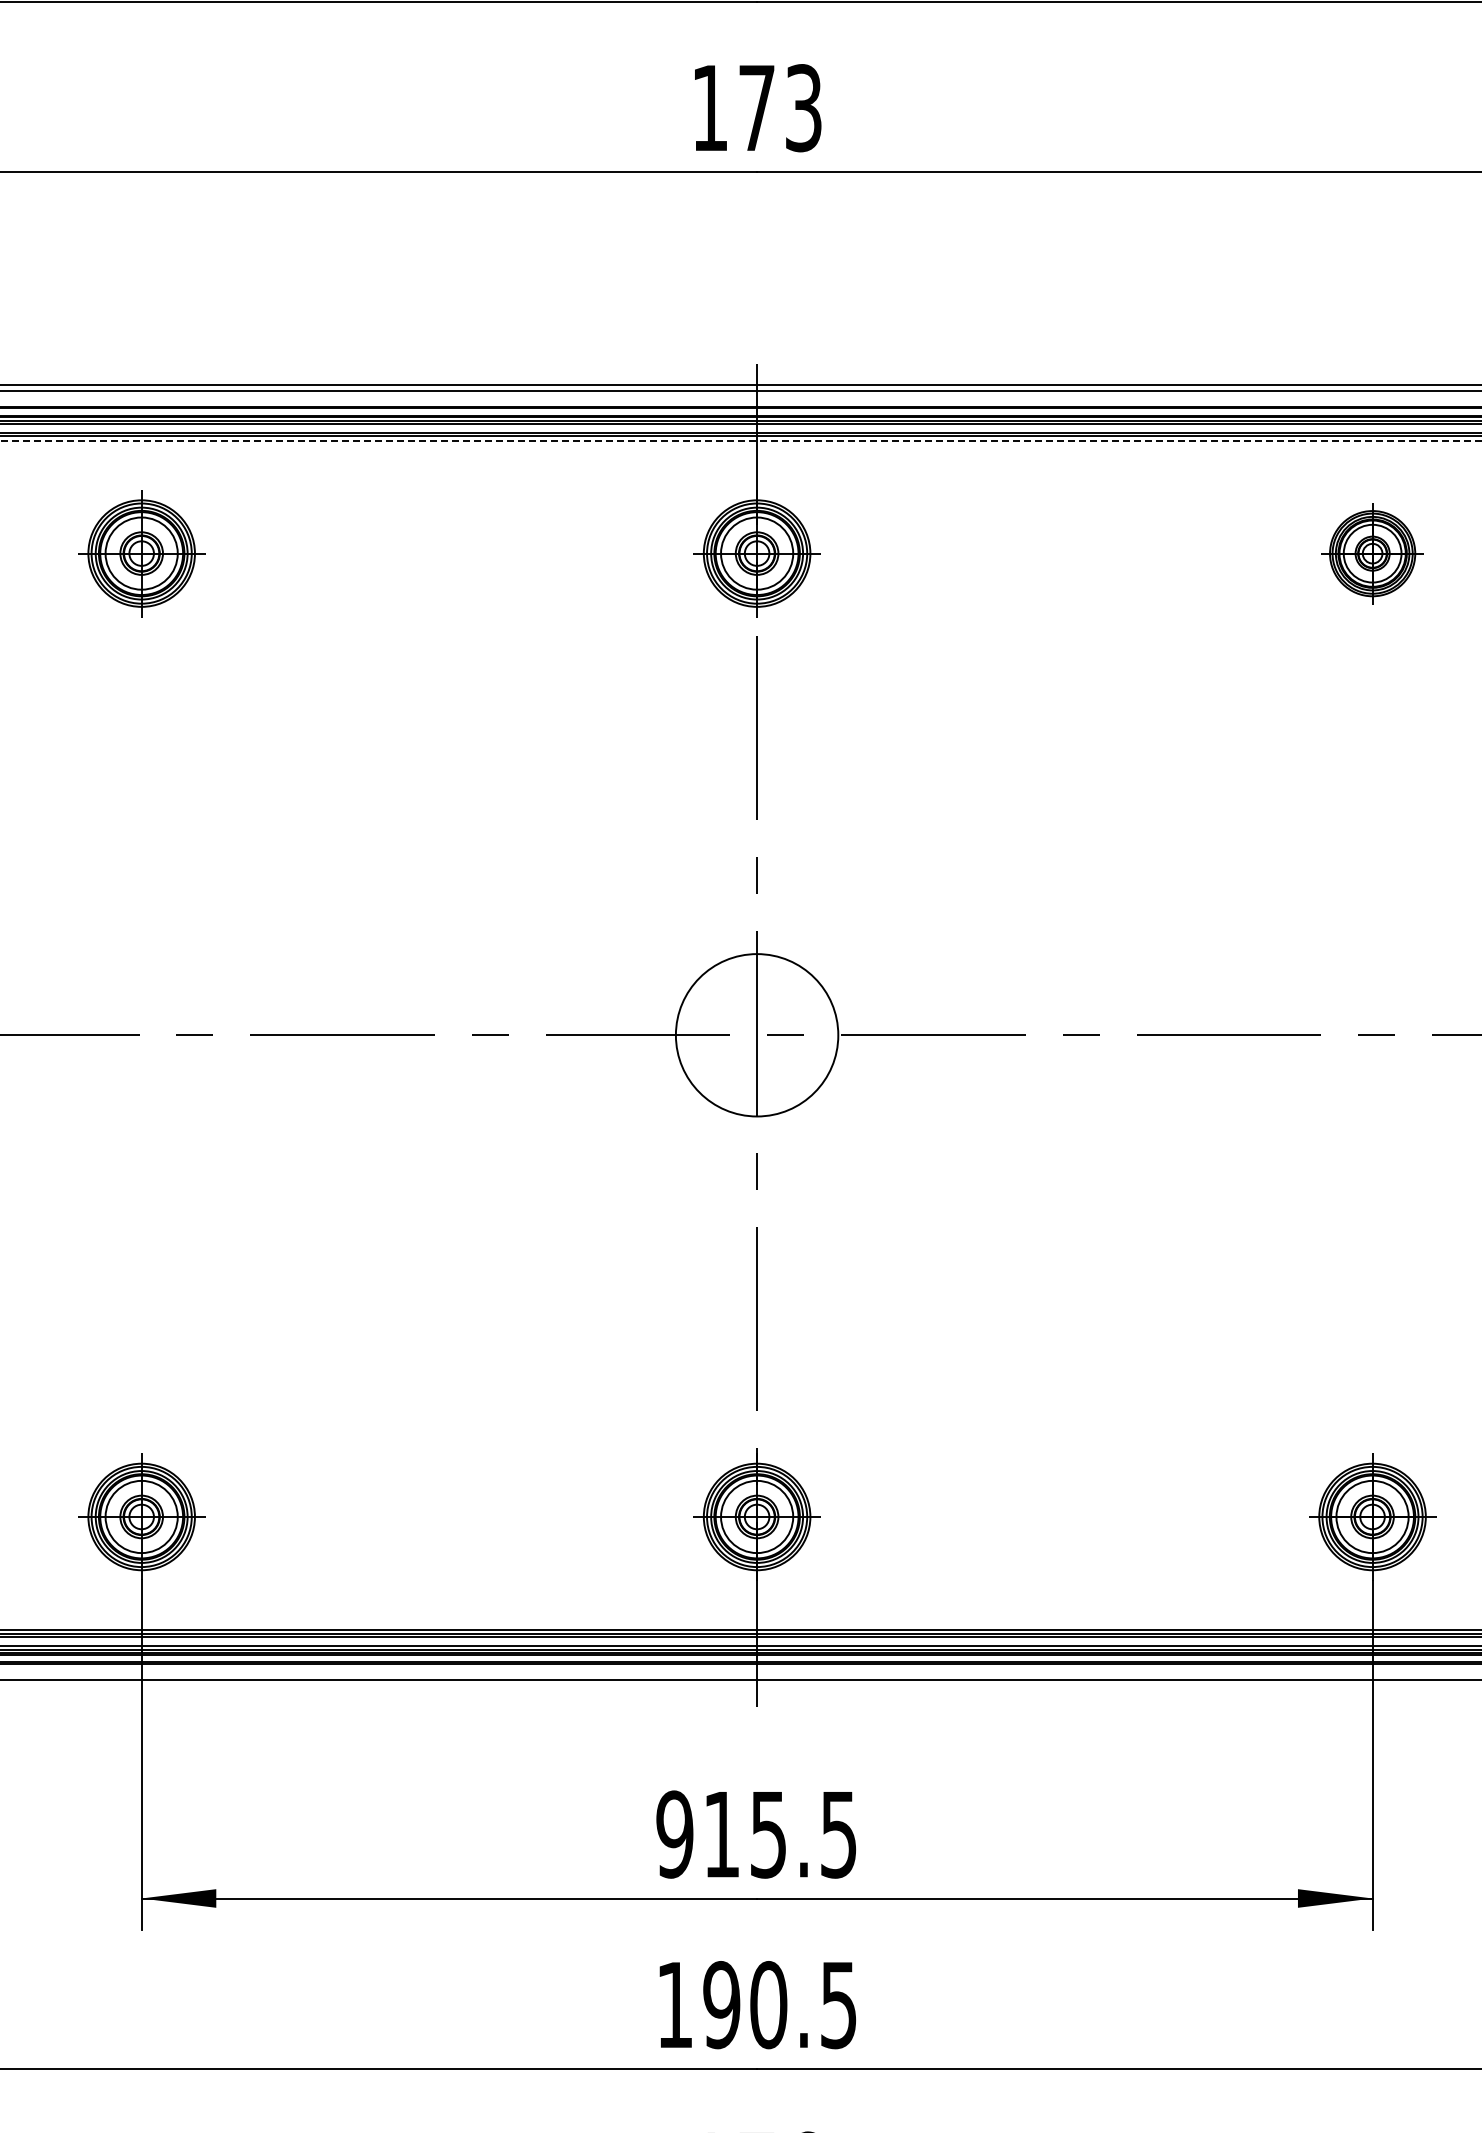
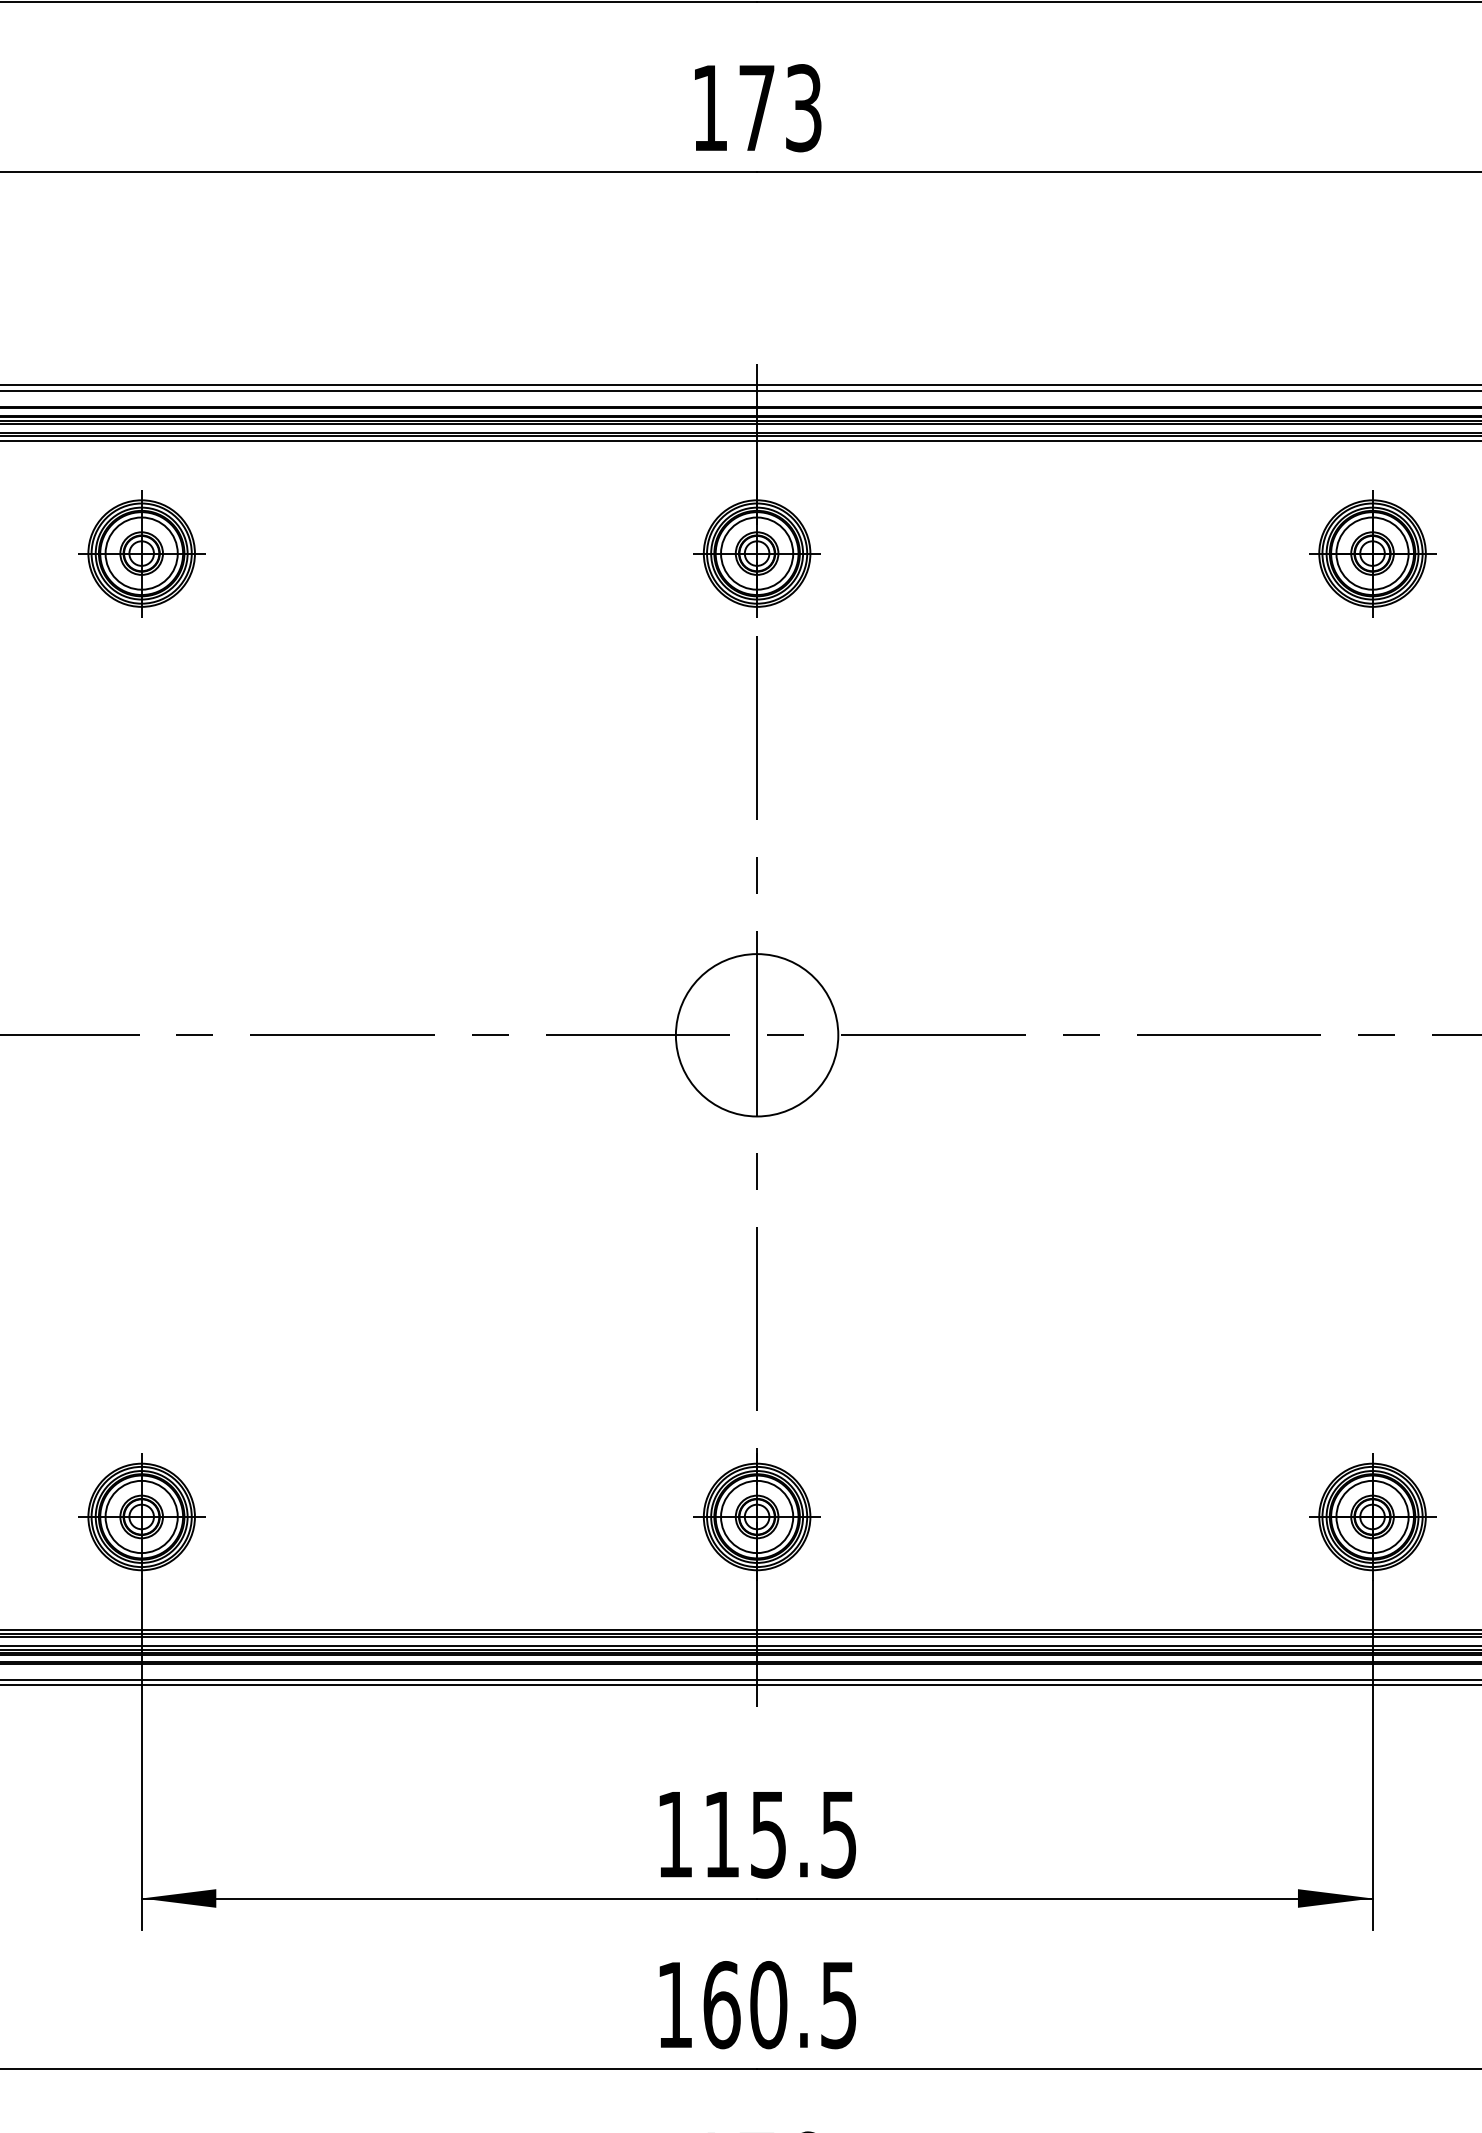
line at (740, 440): dashed -> solid
part at (1372, 553) size: 103x102 px -> 128x128 px
line at (740, 1685): none -> present
text at (674, 1834): 915.5 -> 115.5
text at (721, 2005): 190.5 -> 160.5
